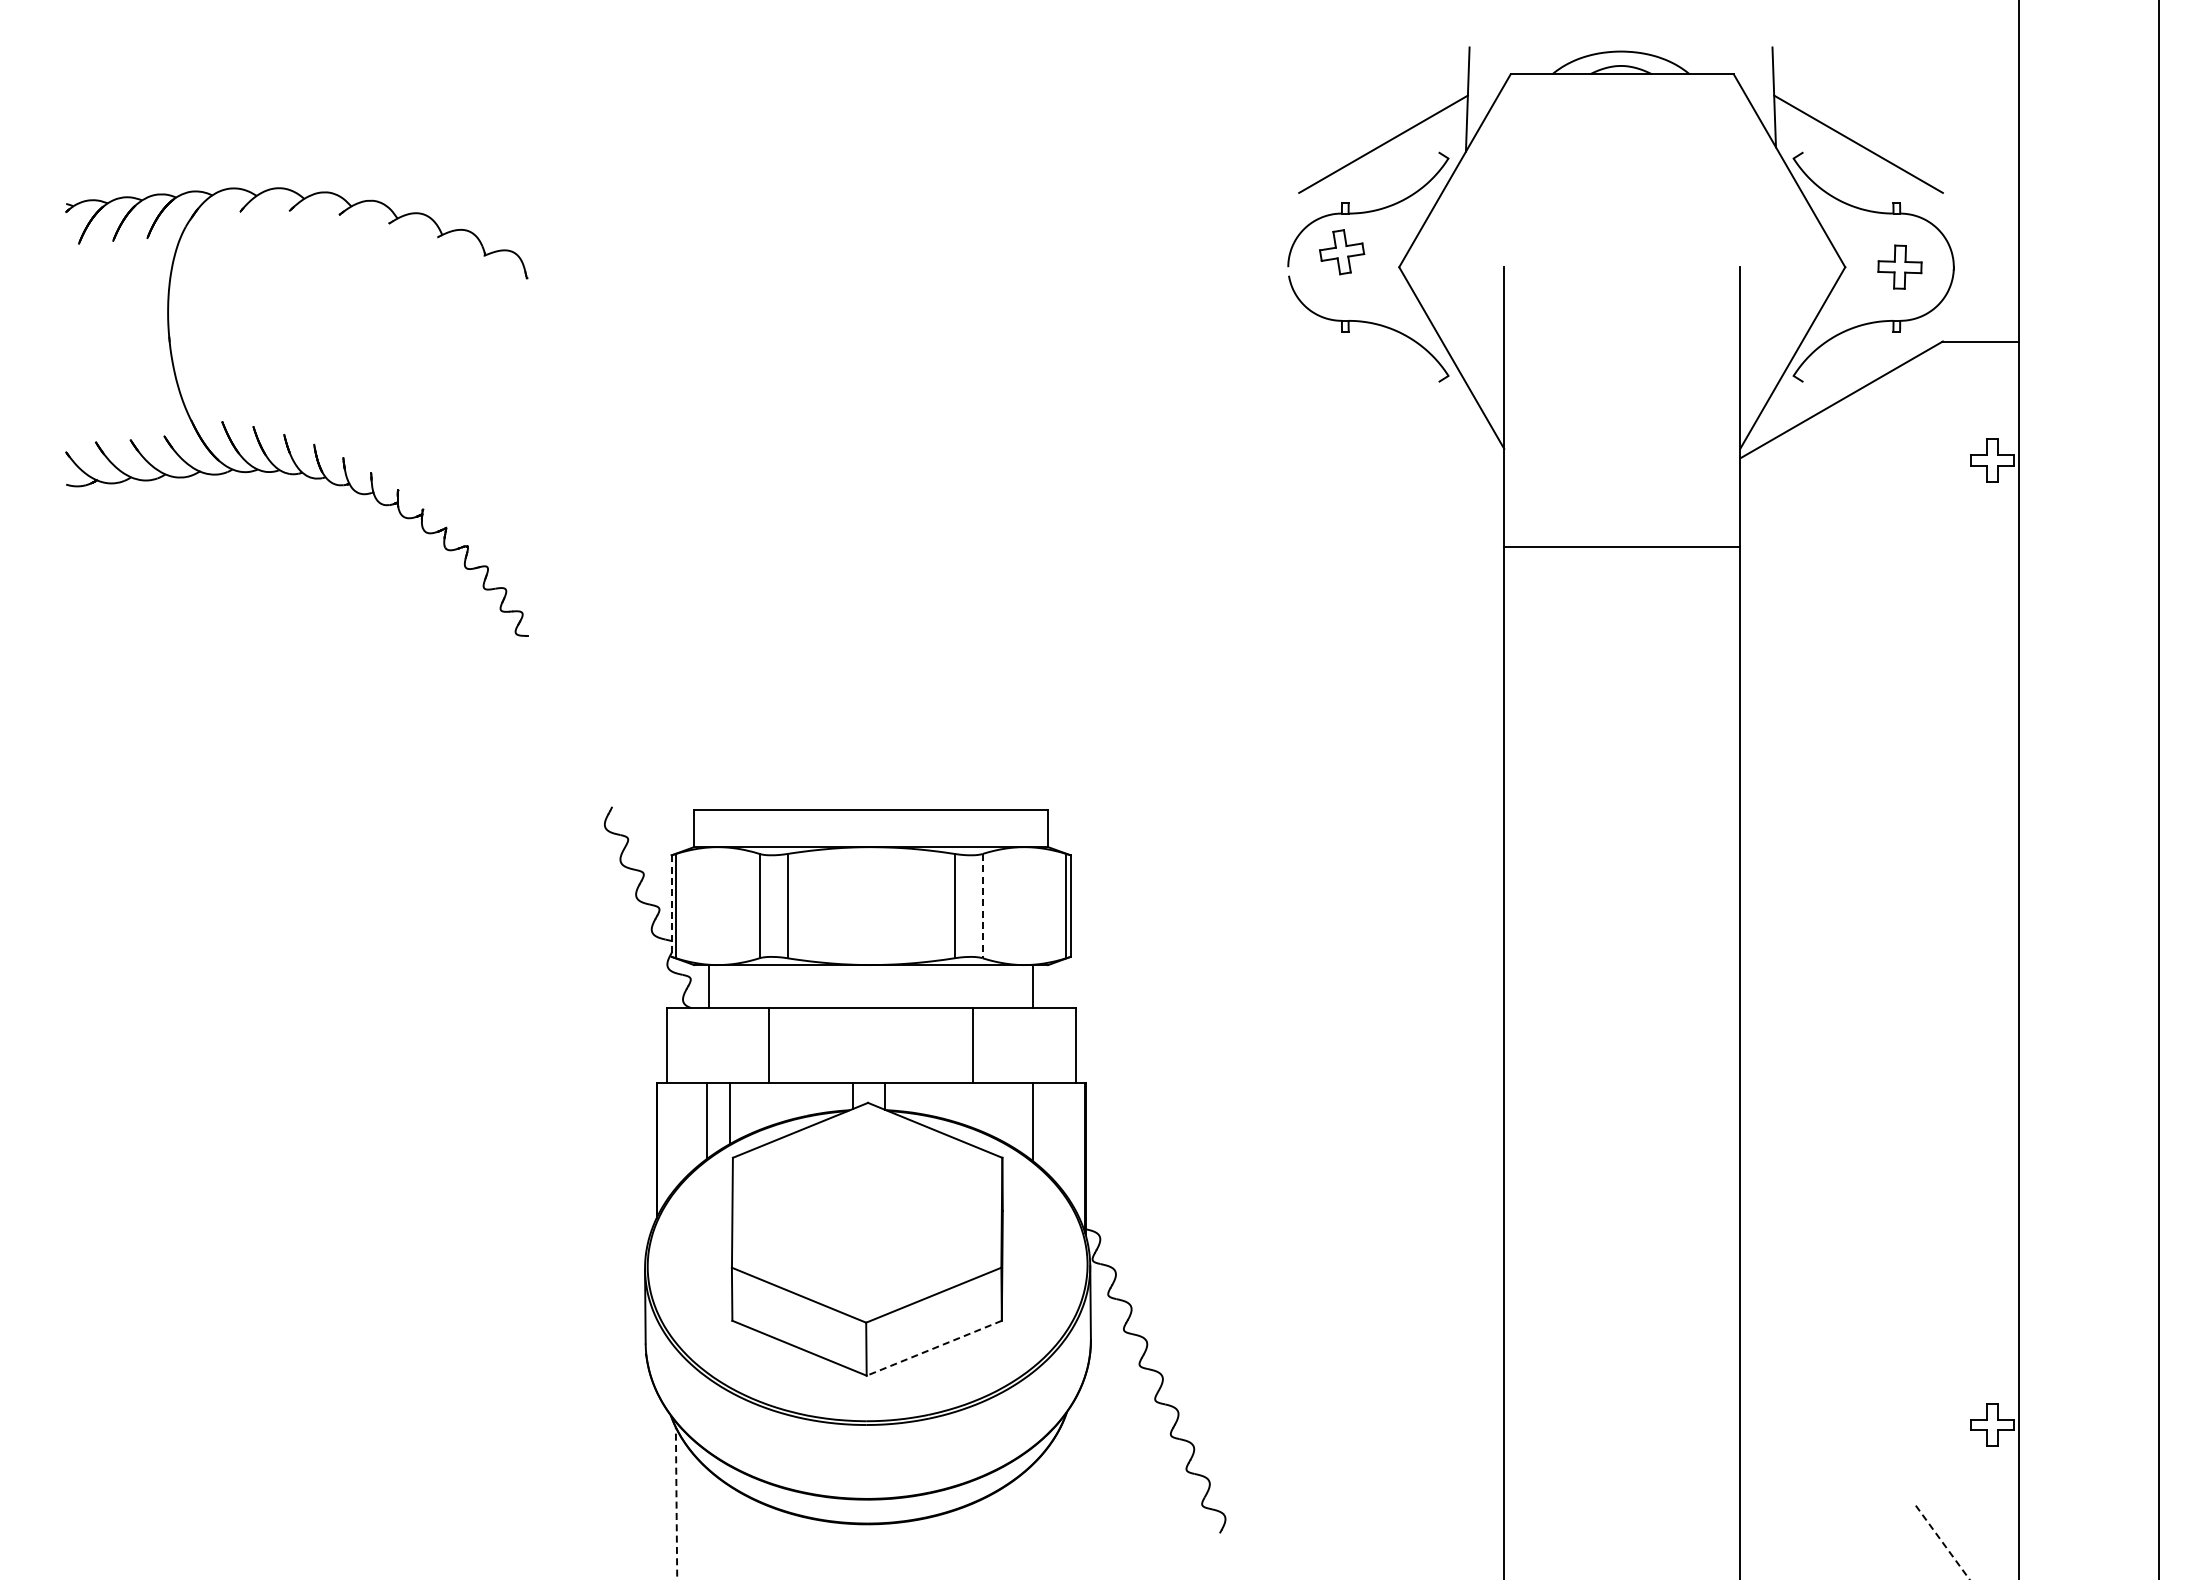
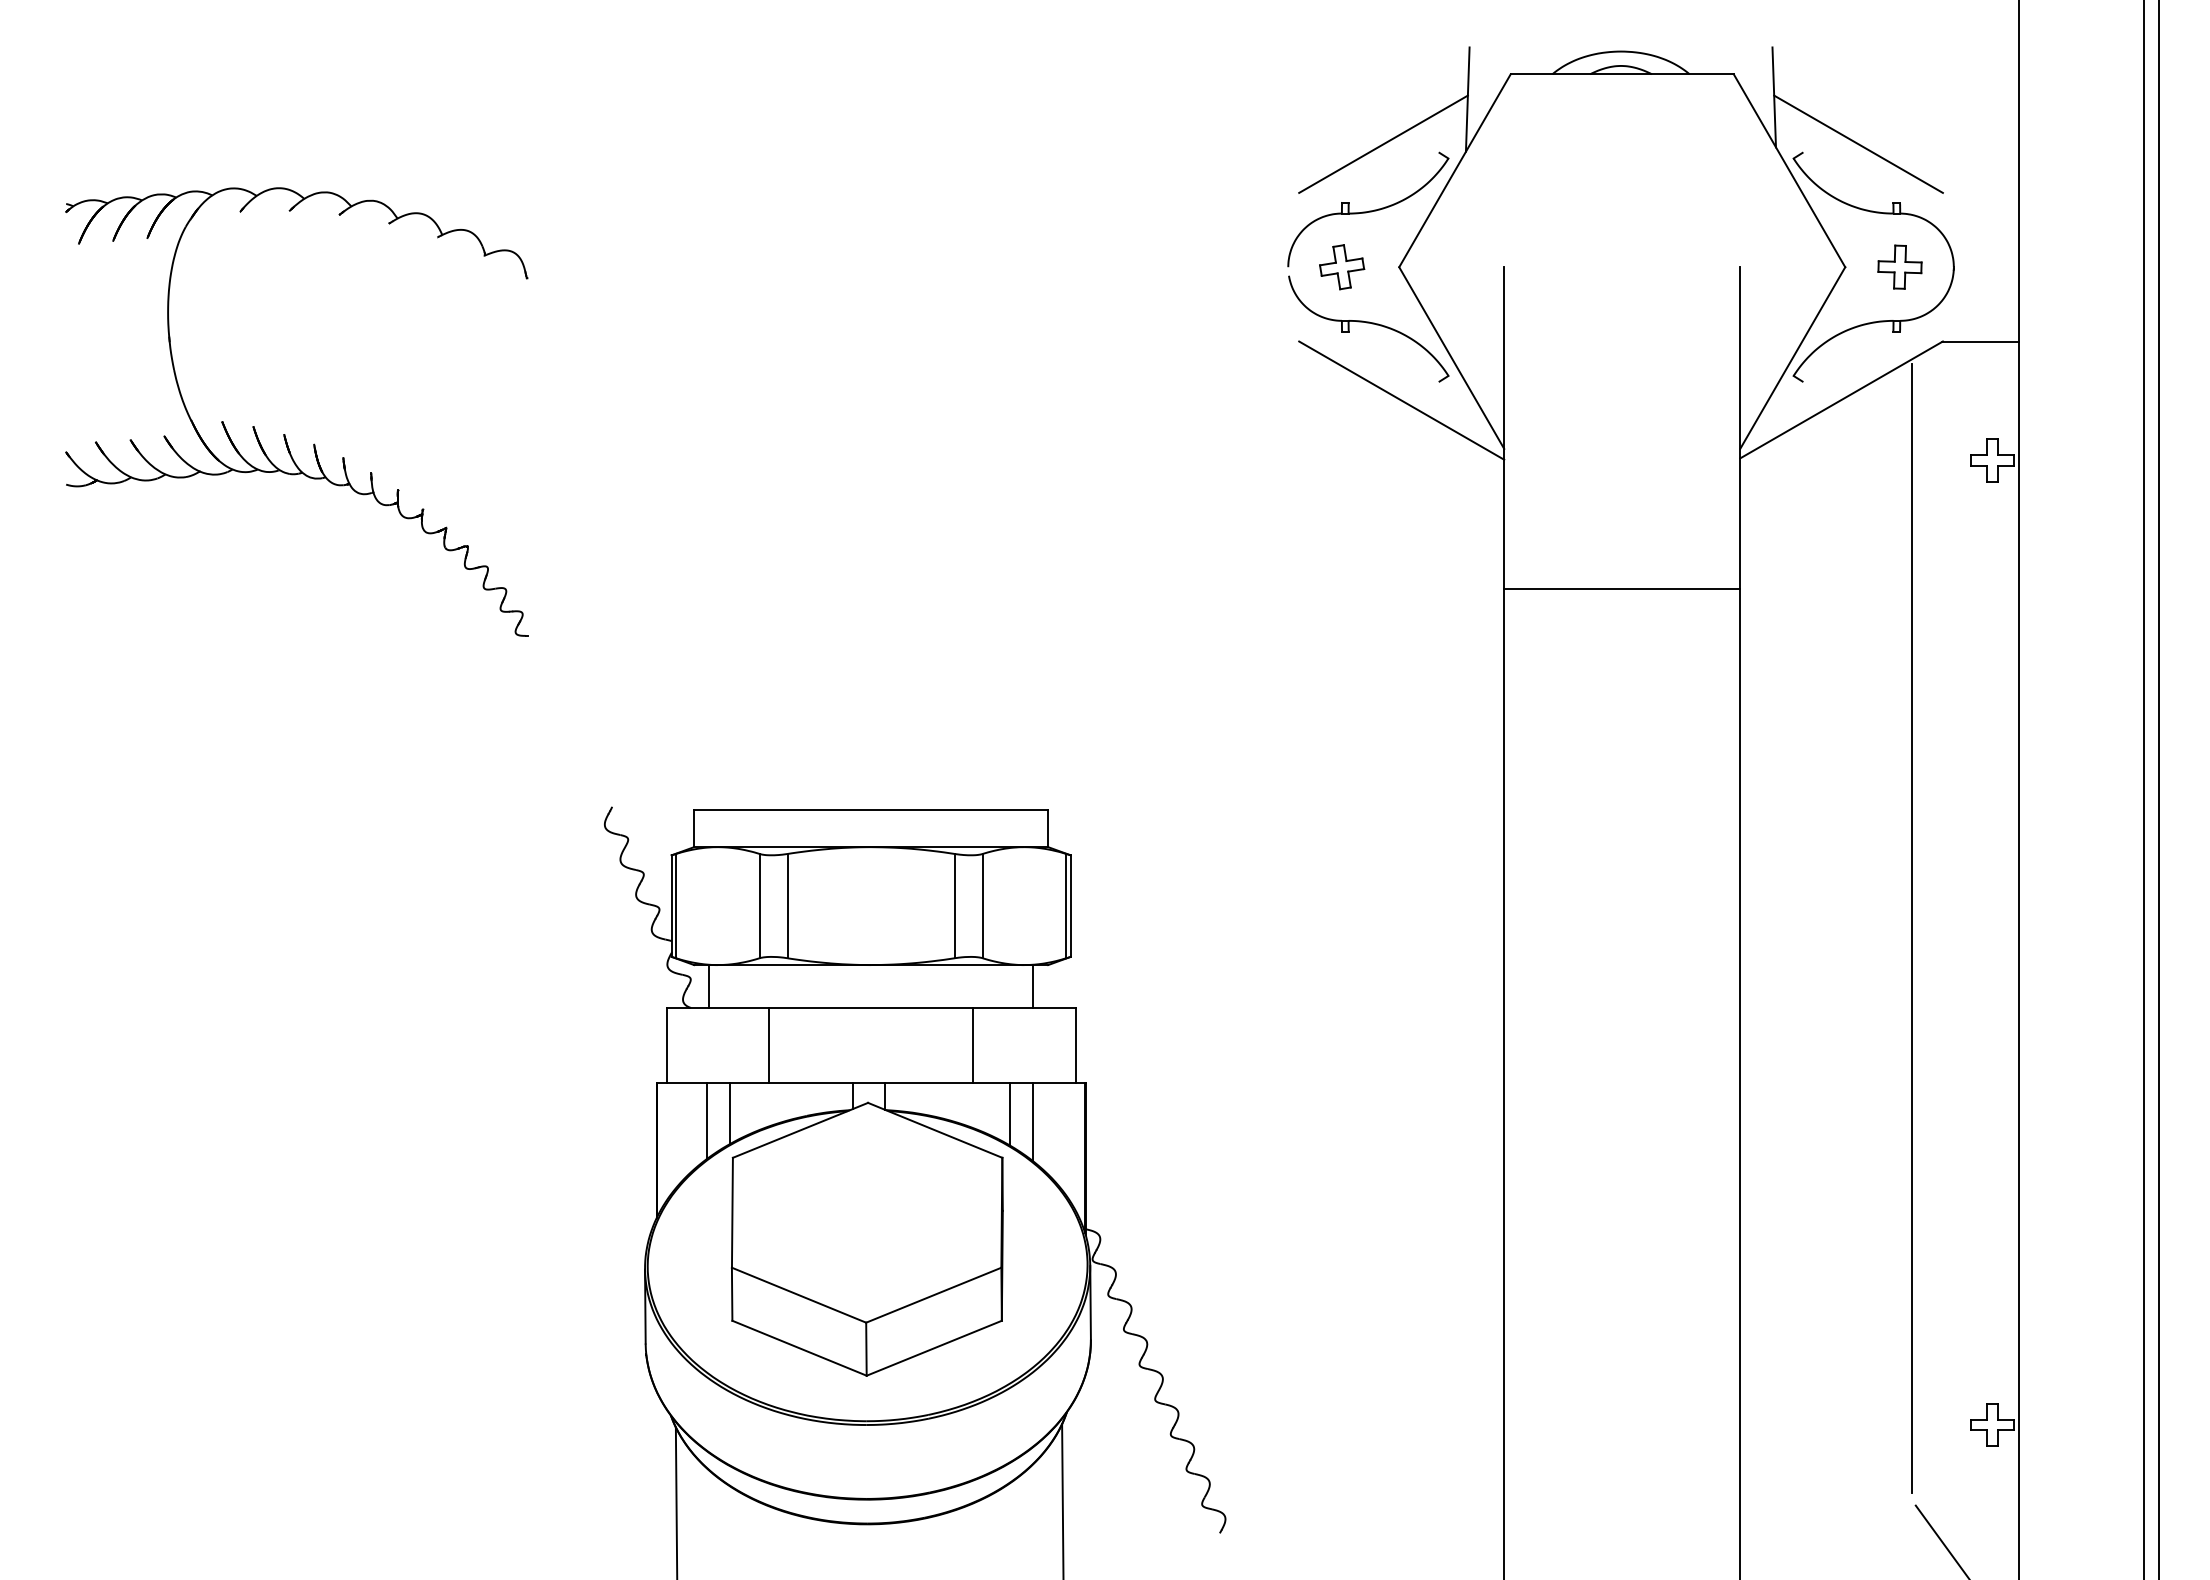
part at (1342, 252) position: (1342, 252) -> (1342, 267)
line at (1401, 400): none -> present
line at (1622, 546) position: (1622, 546) -> (1622, 588)
line at (2143, 789): none -> present
line at (671, 906): dashed -> solid
line at (982, 906): dashed -> solid
line at (1911, 928): none -> present
line at (1009, 1113): none -> present
line at (934, 1348): dashed -> solid
line at (1062, 1500): none -> present
line at (676, 1503): dashed -> solid
line at (1942, 1542): dashed -> solid
